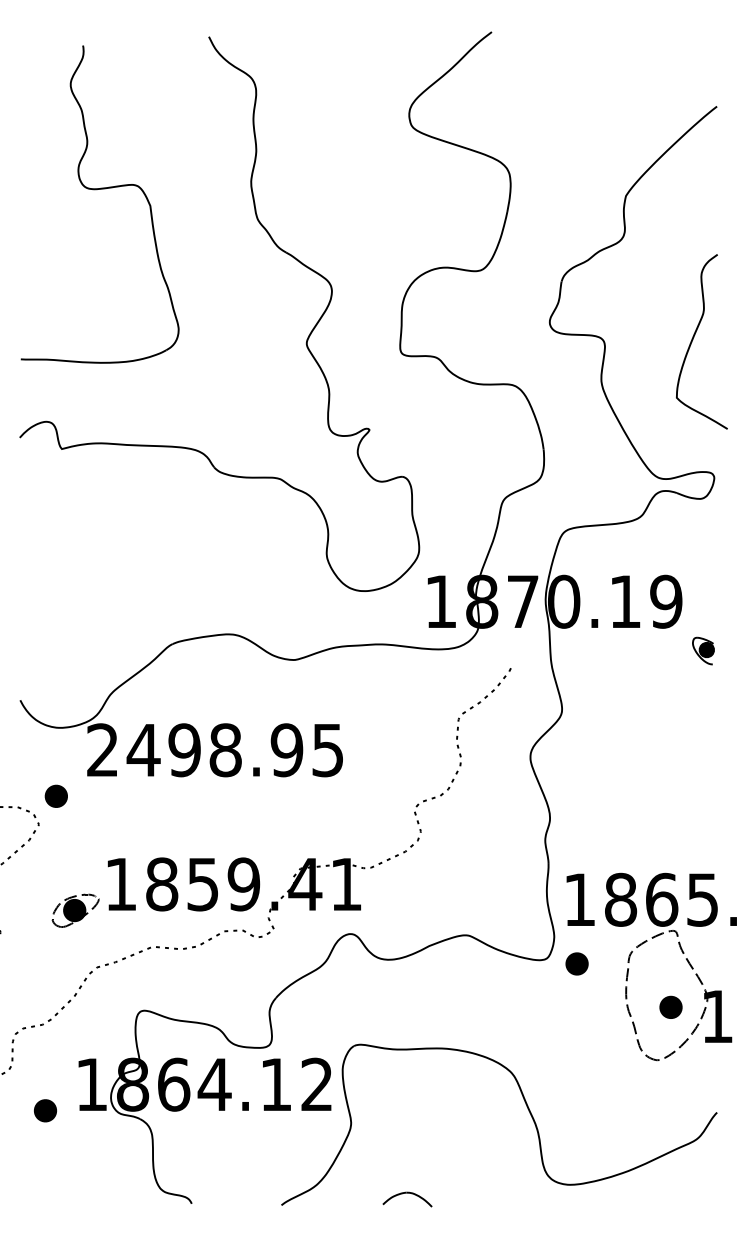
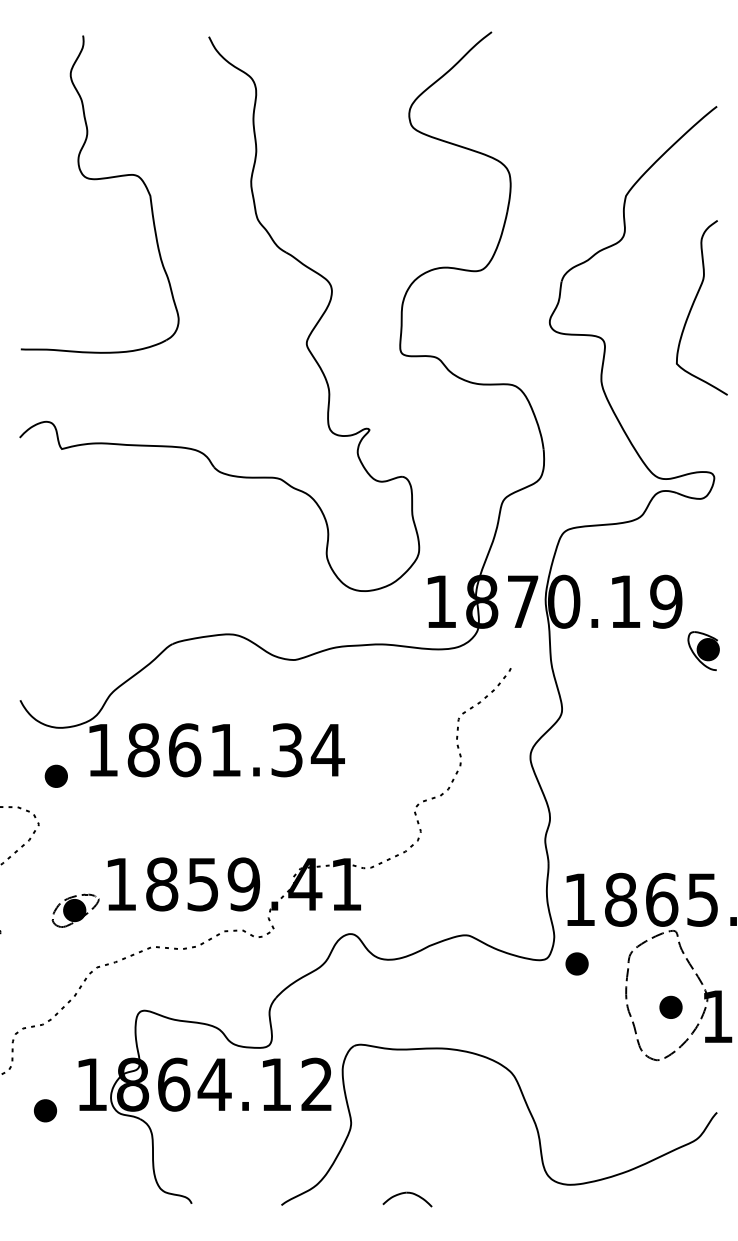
part at (96, 190) position: (96, 190) -> (96, 180)
curve at (694, 337) position: (694, 337) -> (694, 303)
part at (703, 650) size: 23x30 px -> 33x40 px
text at (215, 750): 2498.95 -> 1861.34
part at (55, 795) position: (55, 795) -> (55, 775)
